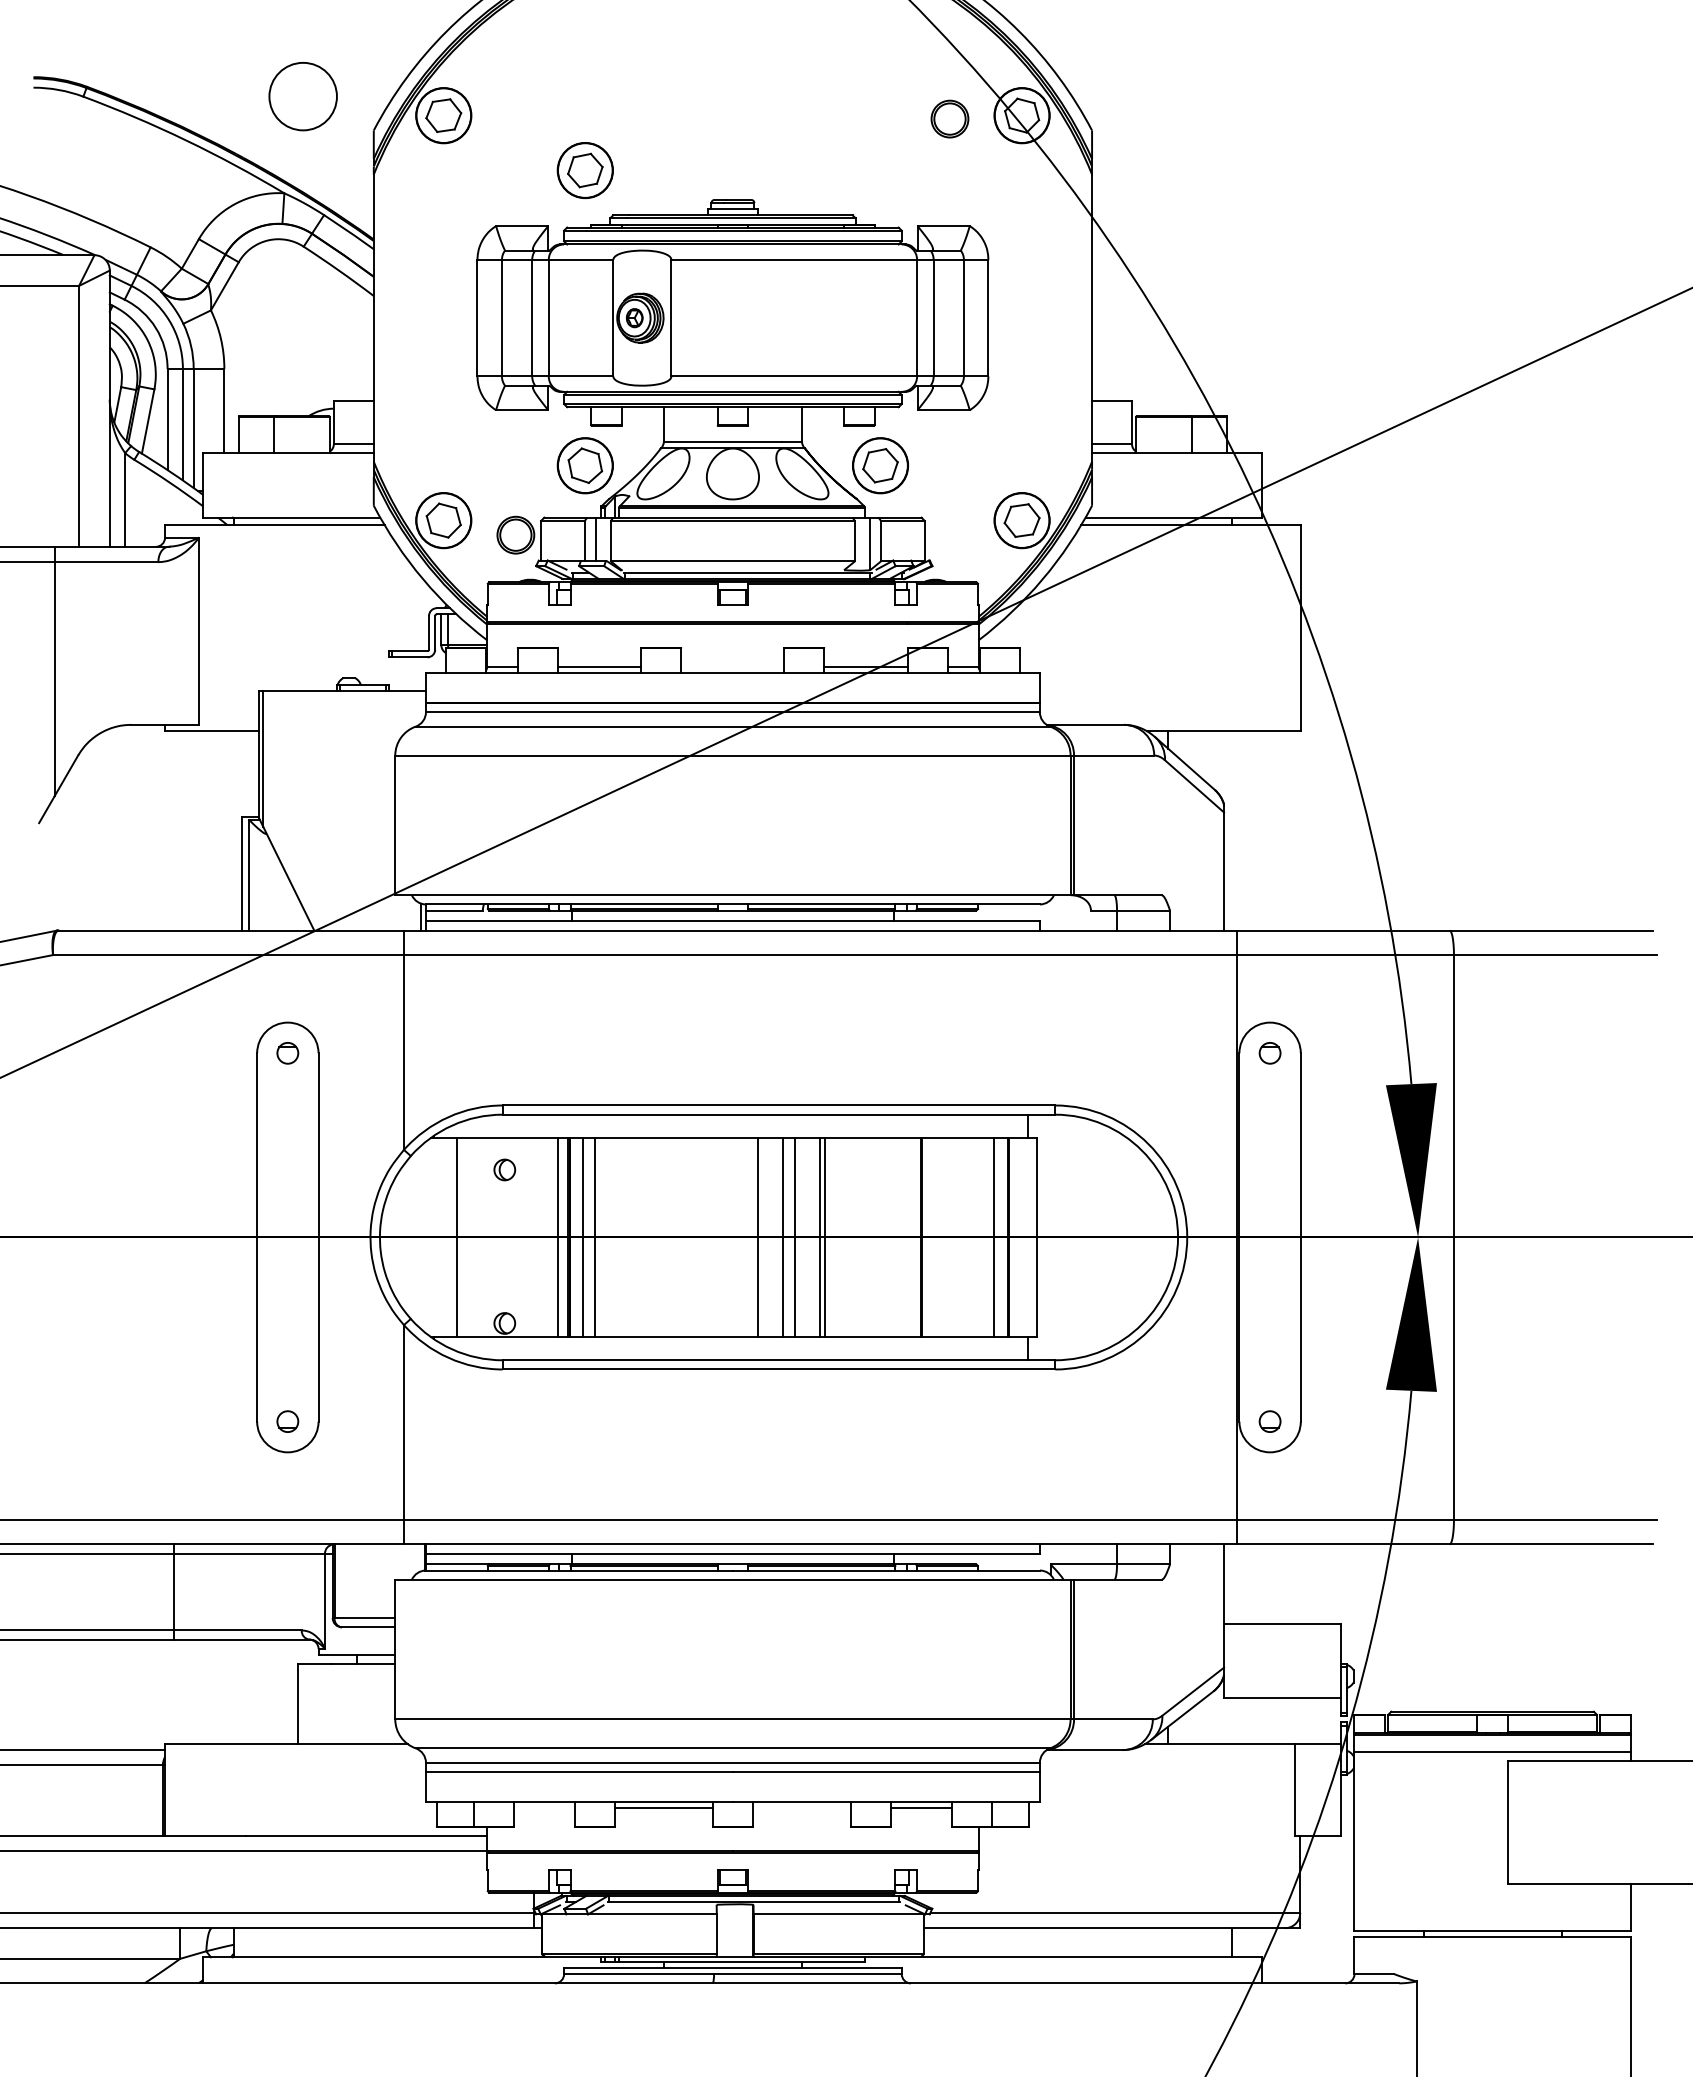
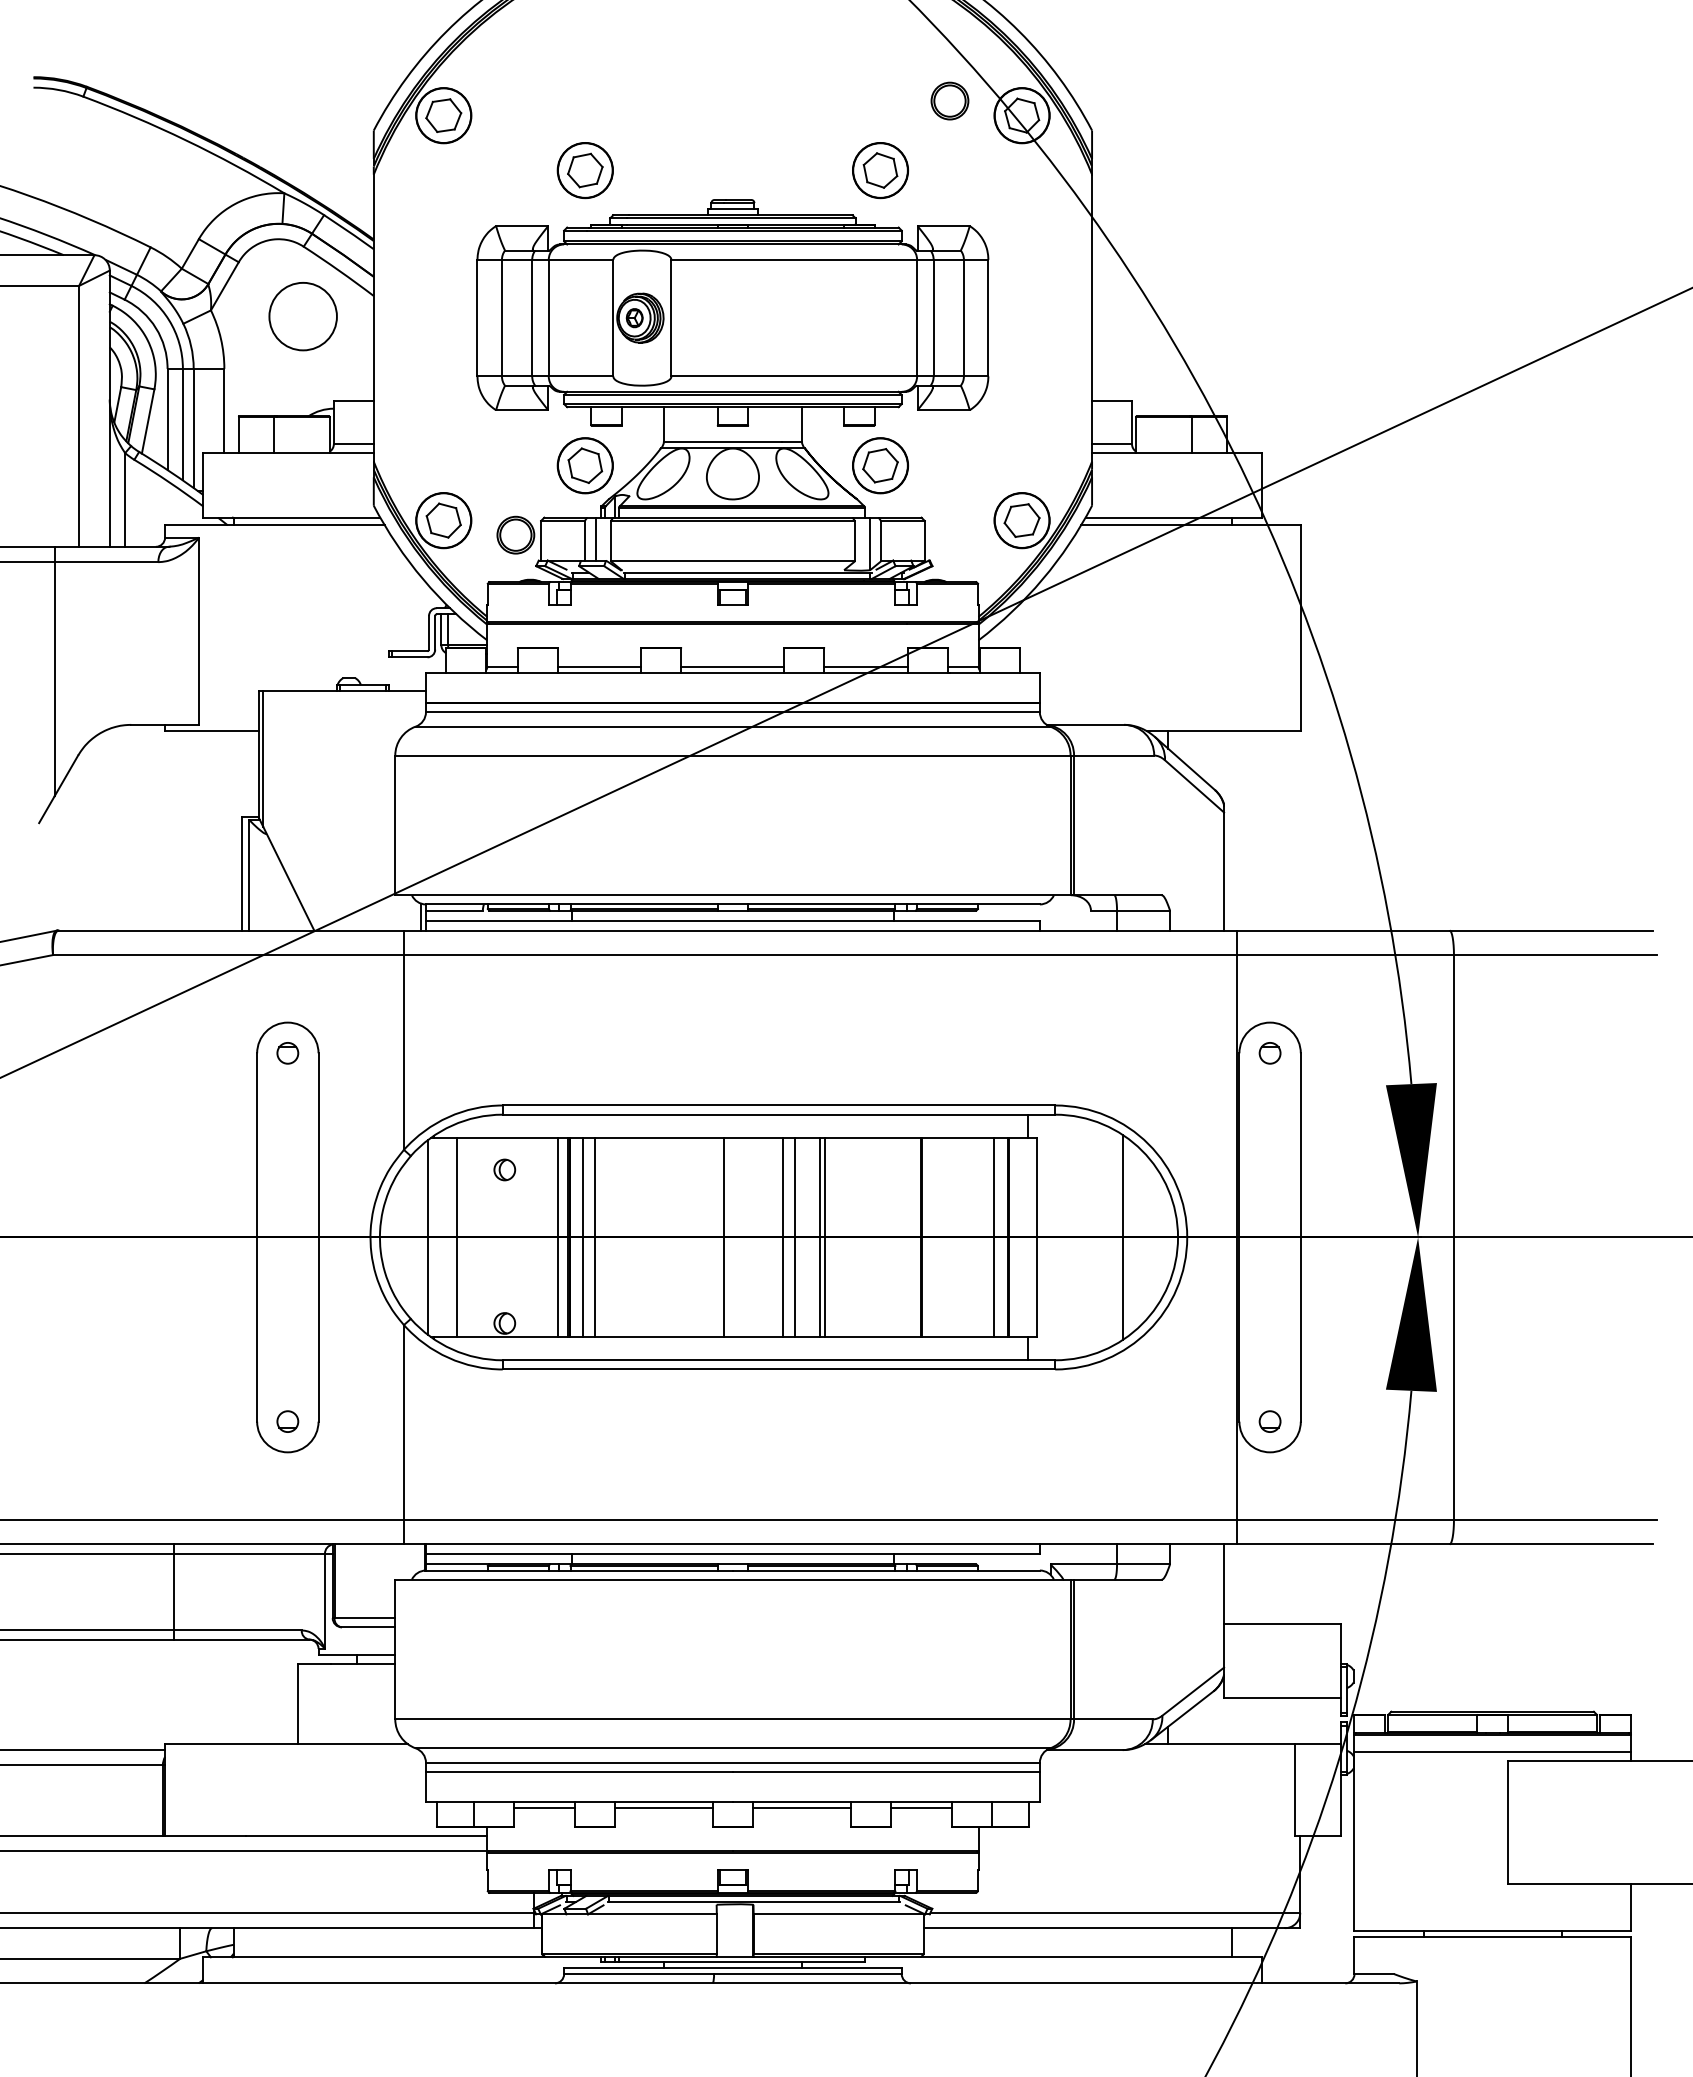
circle at (302, 96) position: (302, 96) -> (302, 316)
part at (949, 118) position: (949, 118) -> (949, 100)
part at (880, 170): none -> present
line at (732, 666): none -> present
line at (427, 1237): none -> present
line at (757, 1237) position: (757, 1237) -> (723, 1237)
line at (1122, 1237): none -> present
line at (543, 1808): none -> present
line at (801, 1808): none -> present
